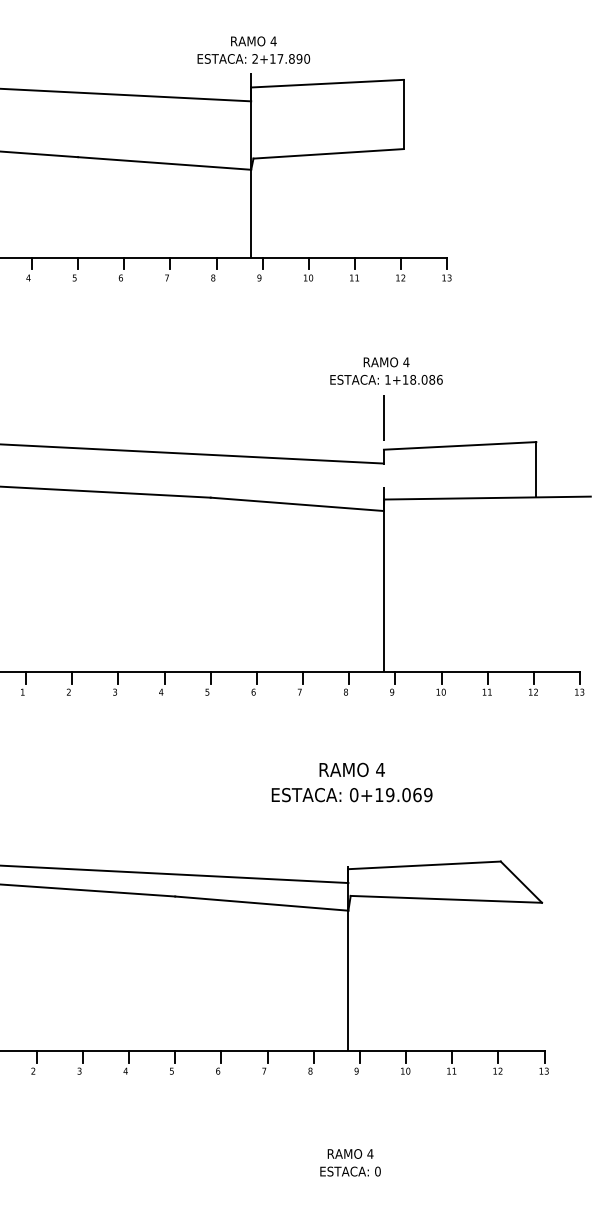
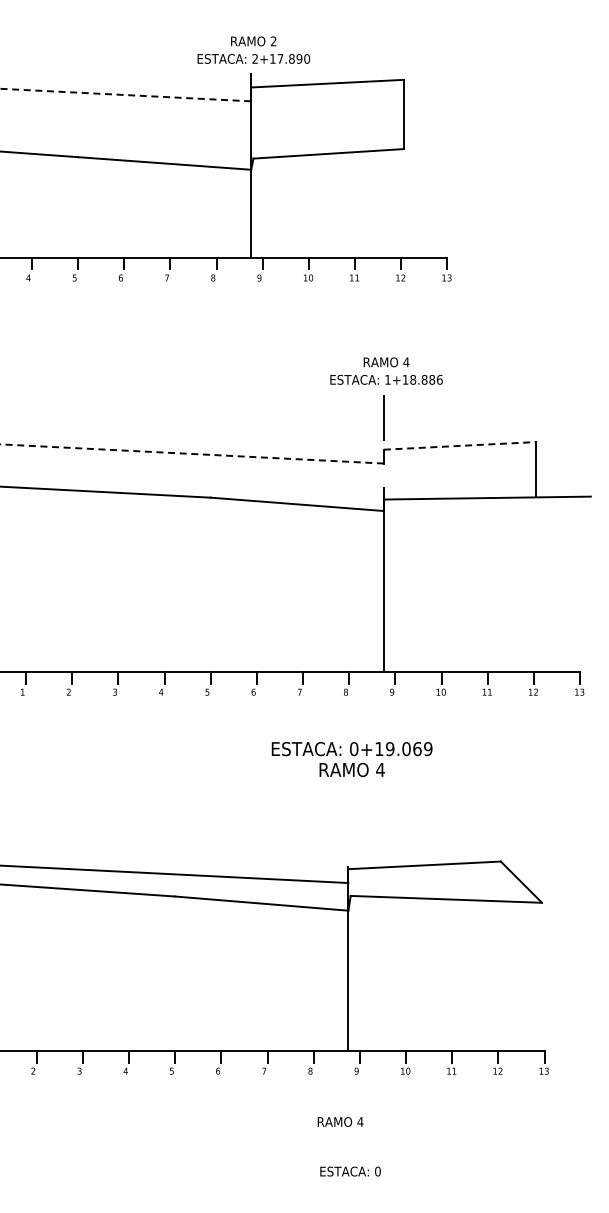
text at (273, 41): 4 -> 2
line at (125, 95): solid -> dashed
text at (424, 379): 1+18.086 -> 1+18.886
line at (460, 445): solid -> dashed
line at (192, 453): solid -> dashed
text at (351, 795) position: (351, 795) -> (351, 749)
text at (350, 1153) position: (350, 1153) -> (340, 1121)
